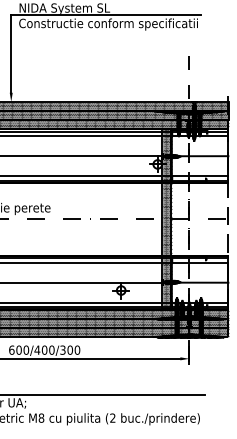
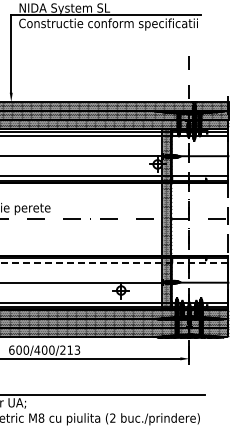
line at (114, 263): solid -> dashed
text at (70, 349): 600/400/300 -> 600/400/213
